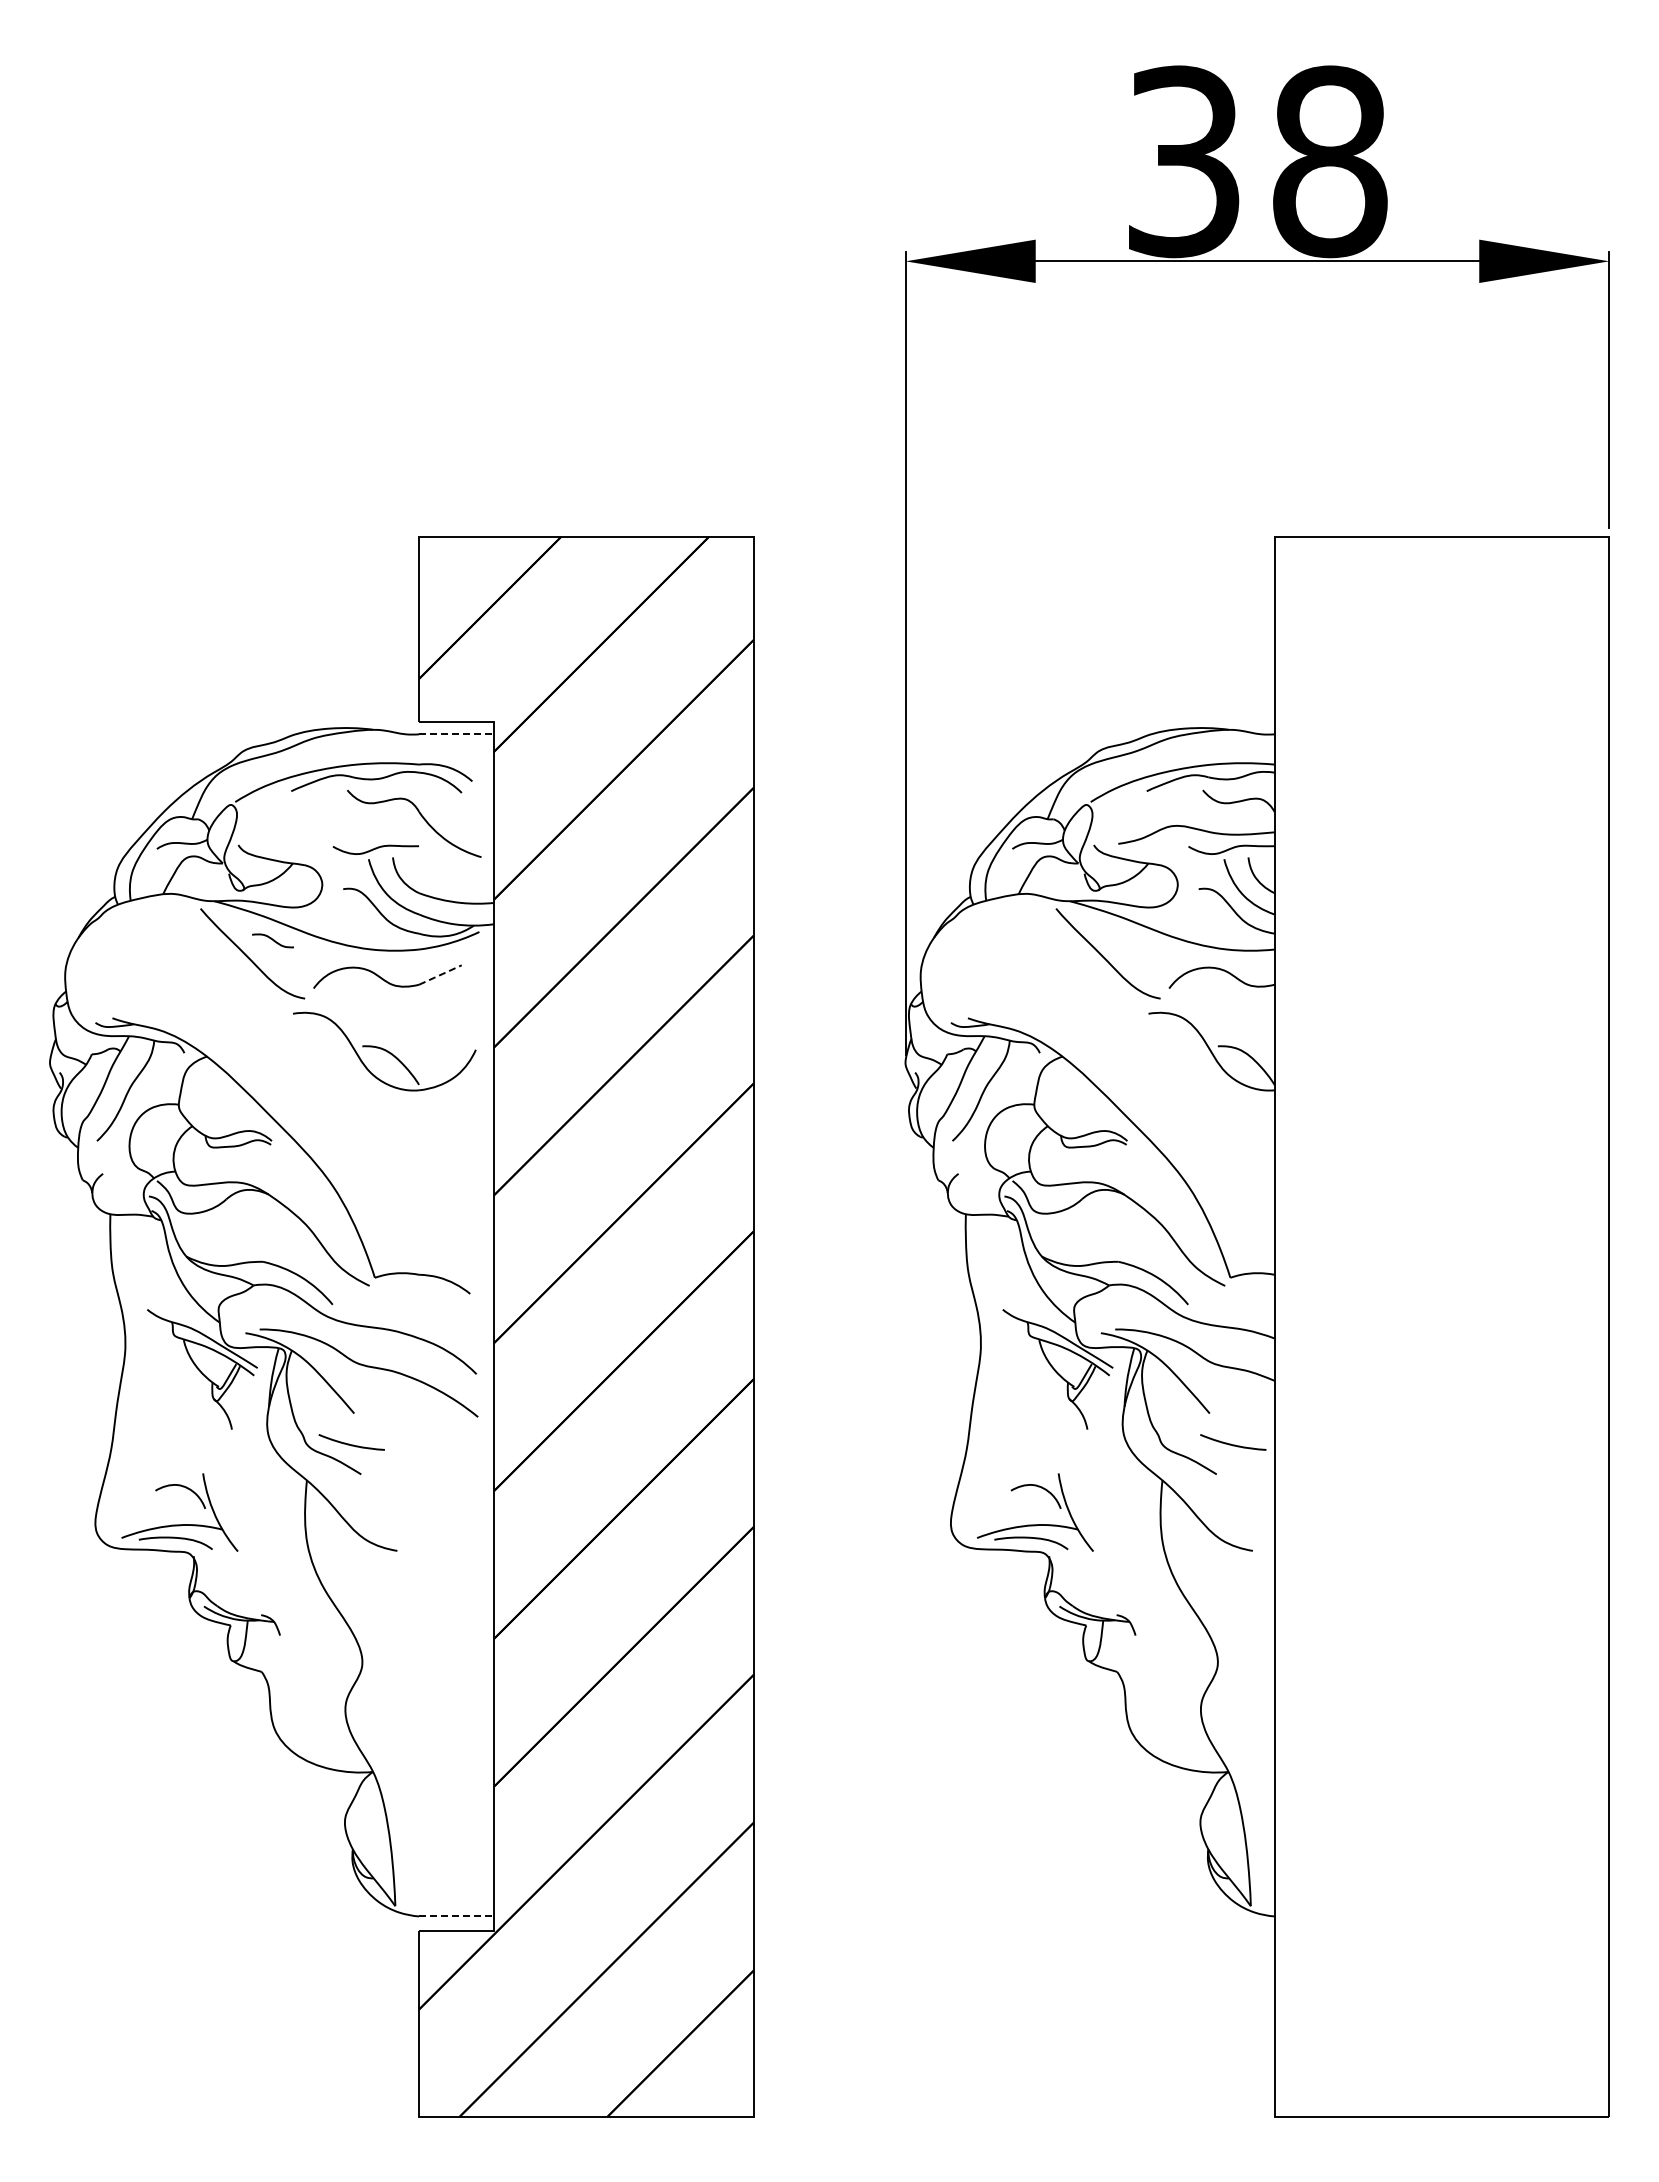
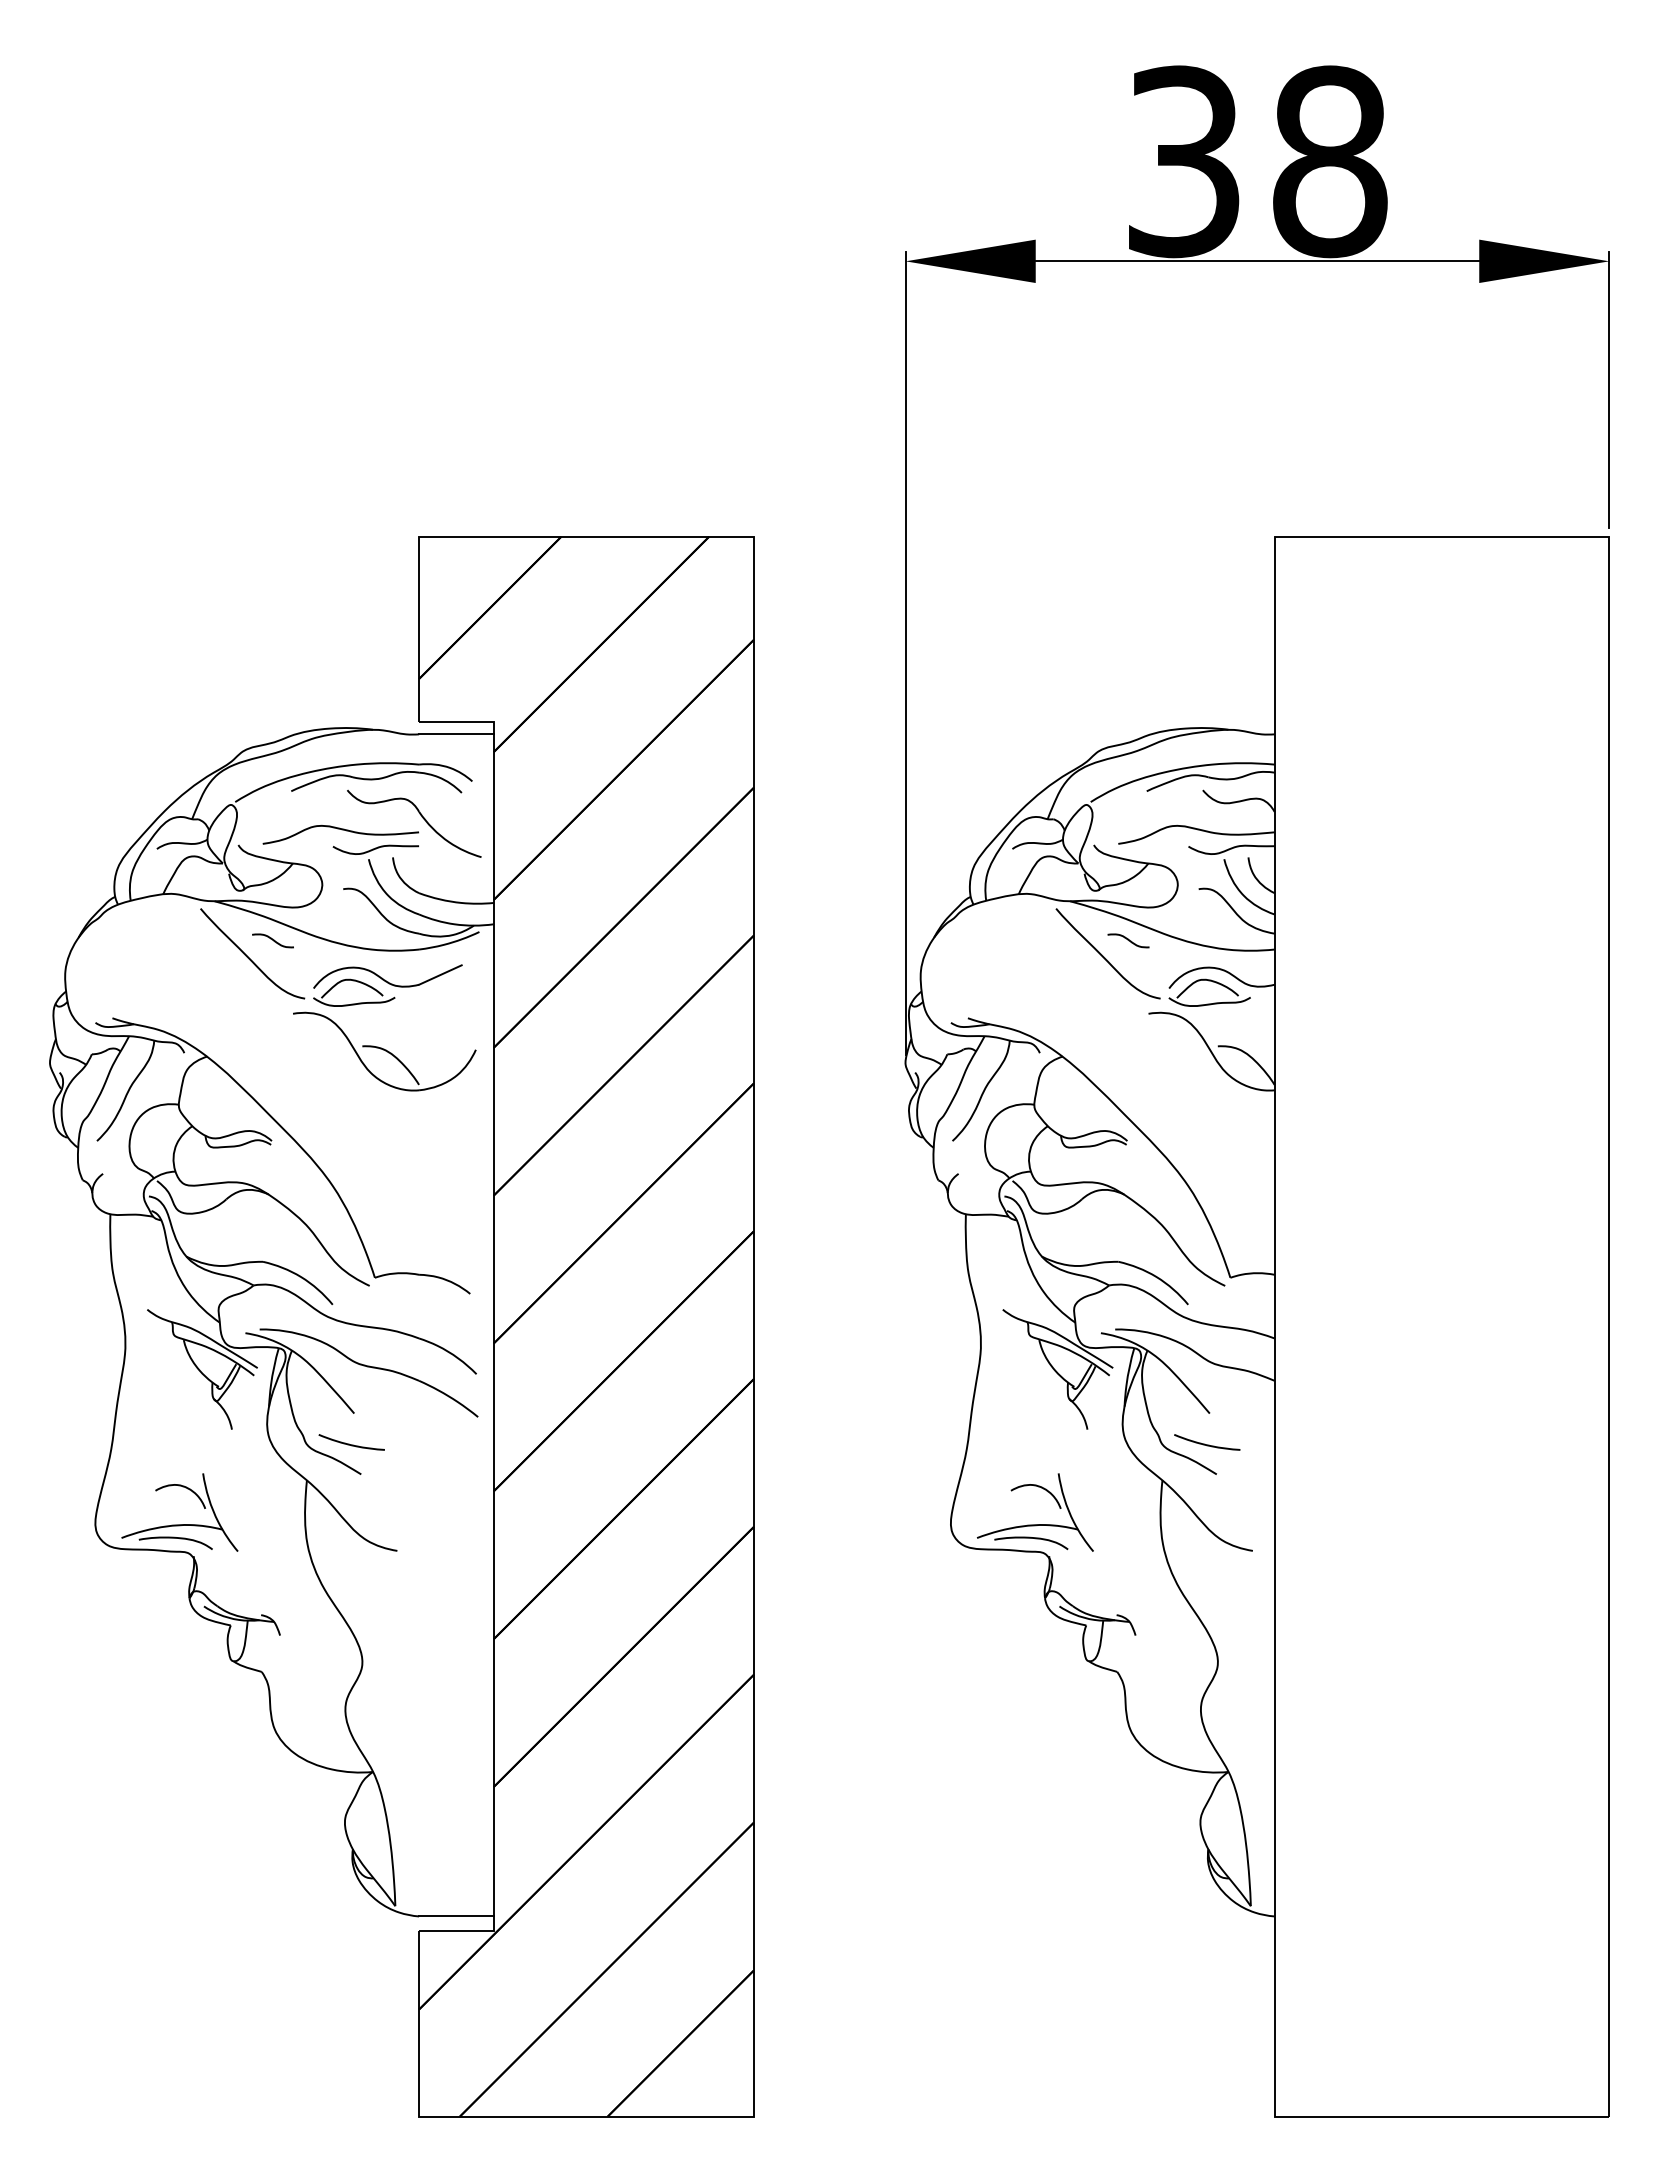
line at (456, 734): dashed -> solid
curve at (341, 830): none -> present
curve at (1128, 940): none -> present
line at (440, 974): dashed -> solid
part at (357, 982): none -> present
part at (1212, 982): none -> present
curve at (1233, 1444) position: (1233, 1444) -> (1207, 1444)
line at (456, 1916): dashed -> solid
